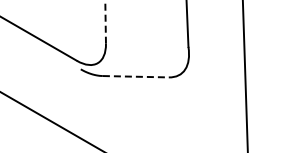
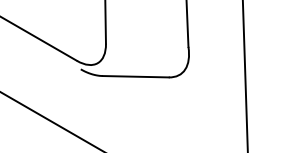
line at (105, 21): dashed -> solid
line at (135, 76): dashed -> solid
